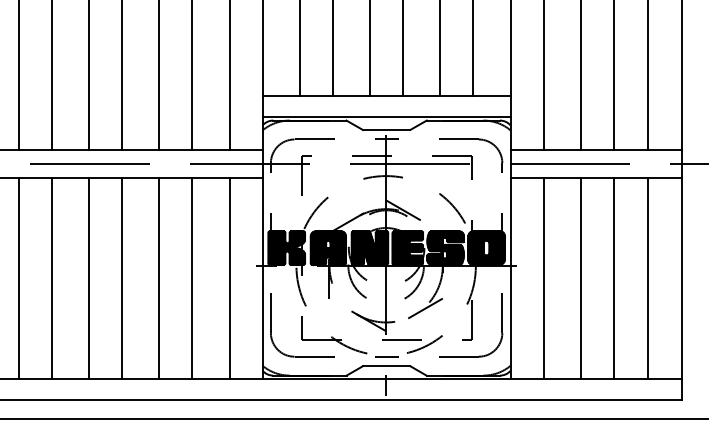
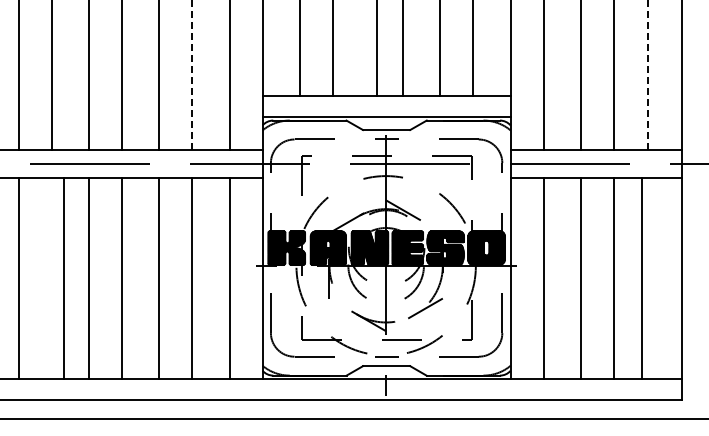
line at (370, 48) position: (370, 48) -> (377, 48)
line at (192, 75): solid -> dashed
line at (648, 75): solid -> dashed
line at (51, 278) position: (51, 278) -> (63, 278)
line at (648, 278) position: (648, 278) -> (642, 278)
